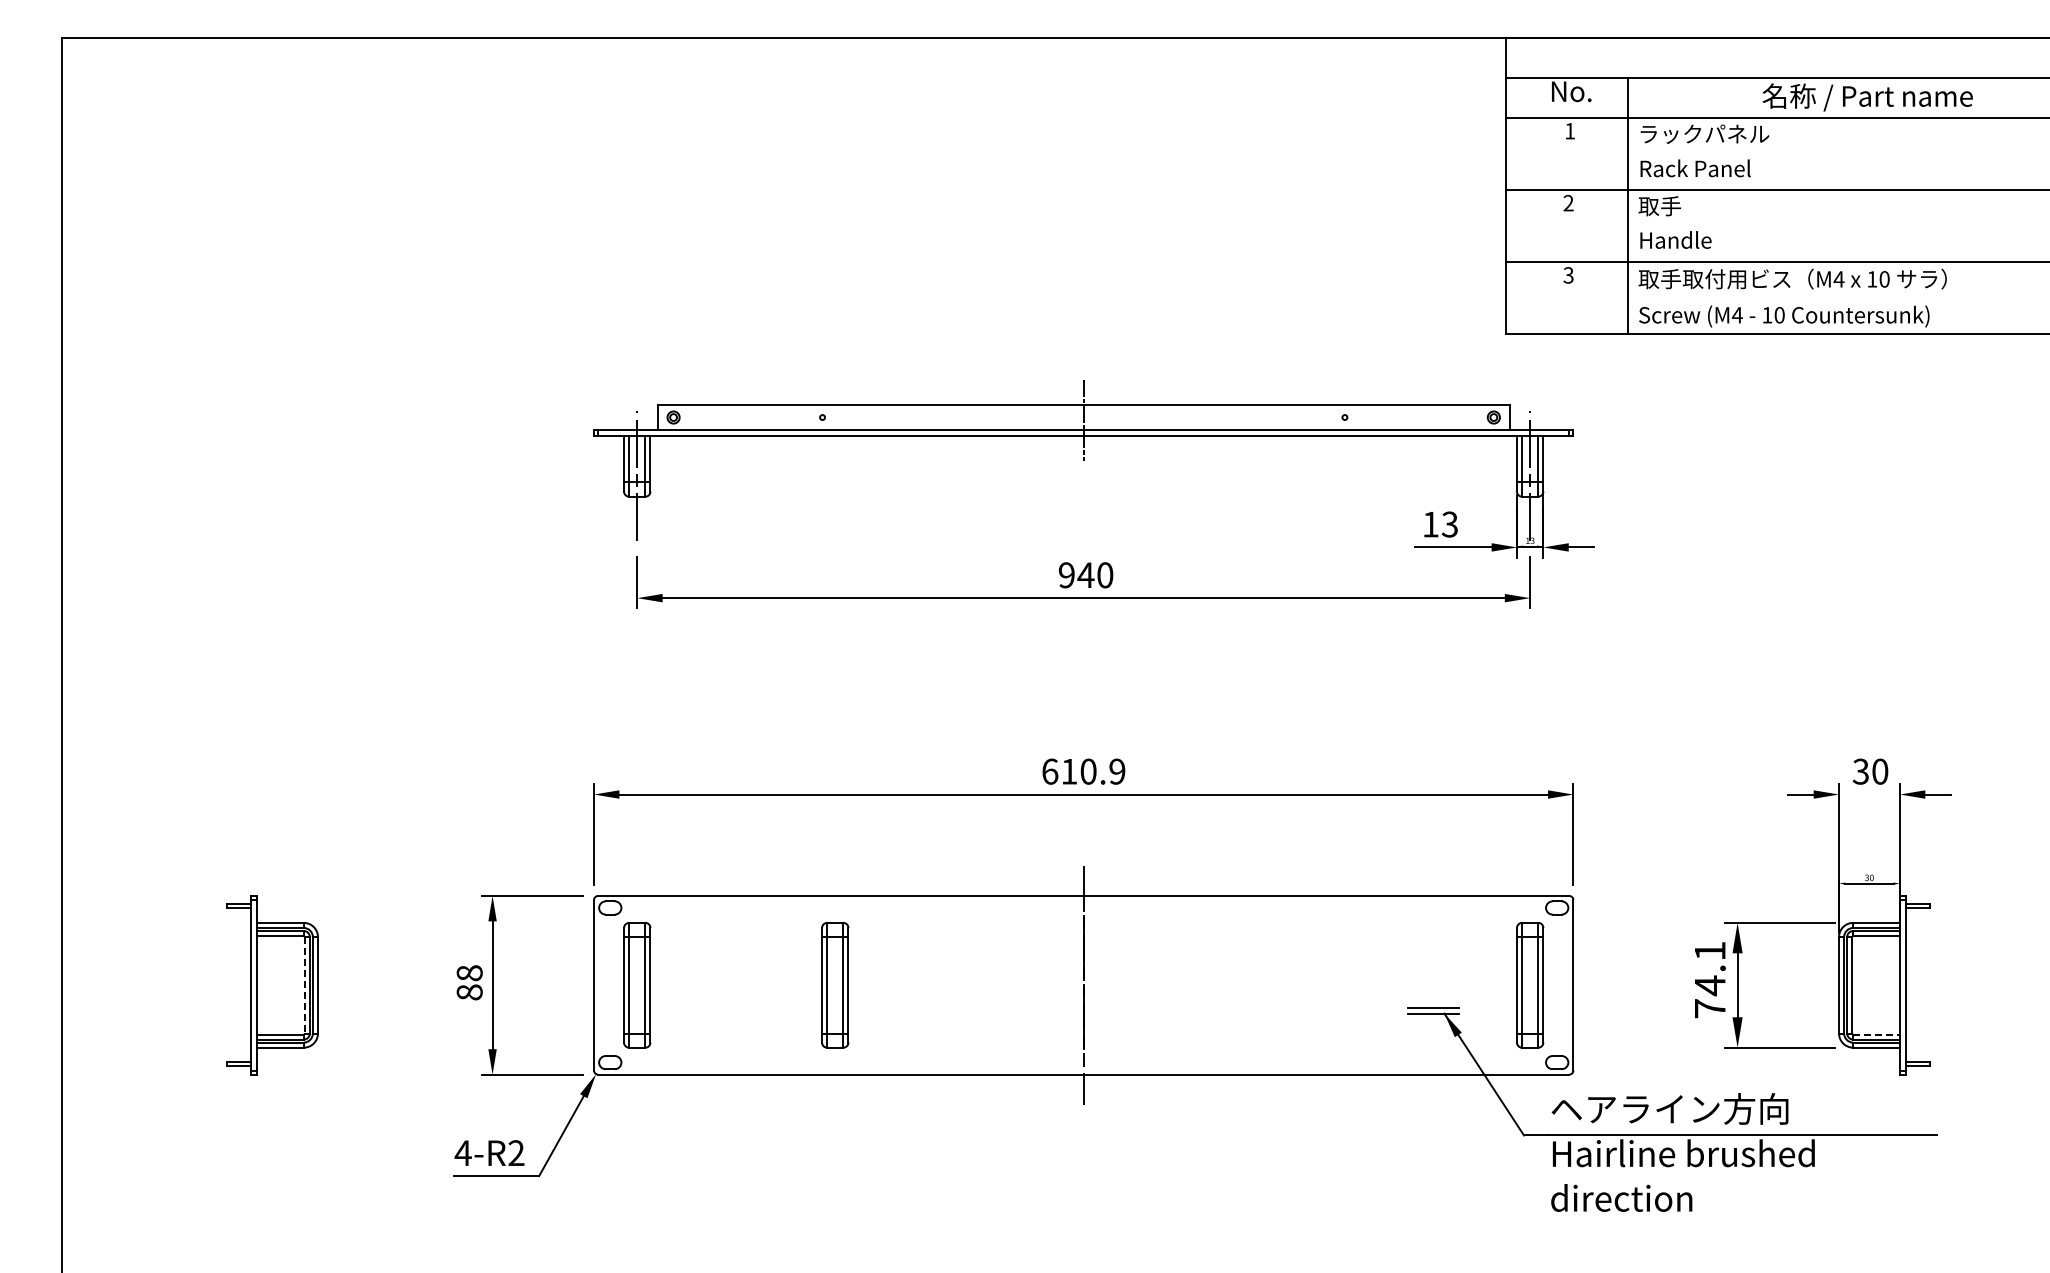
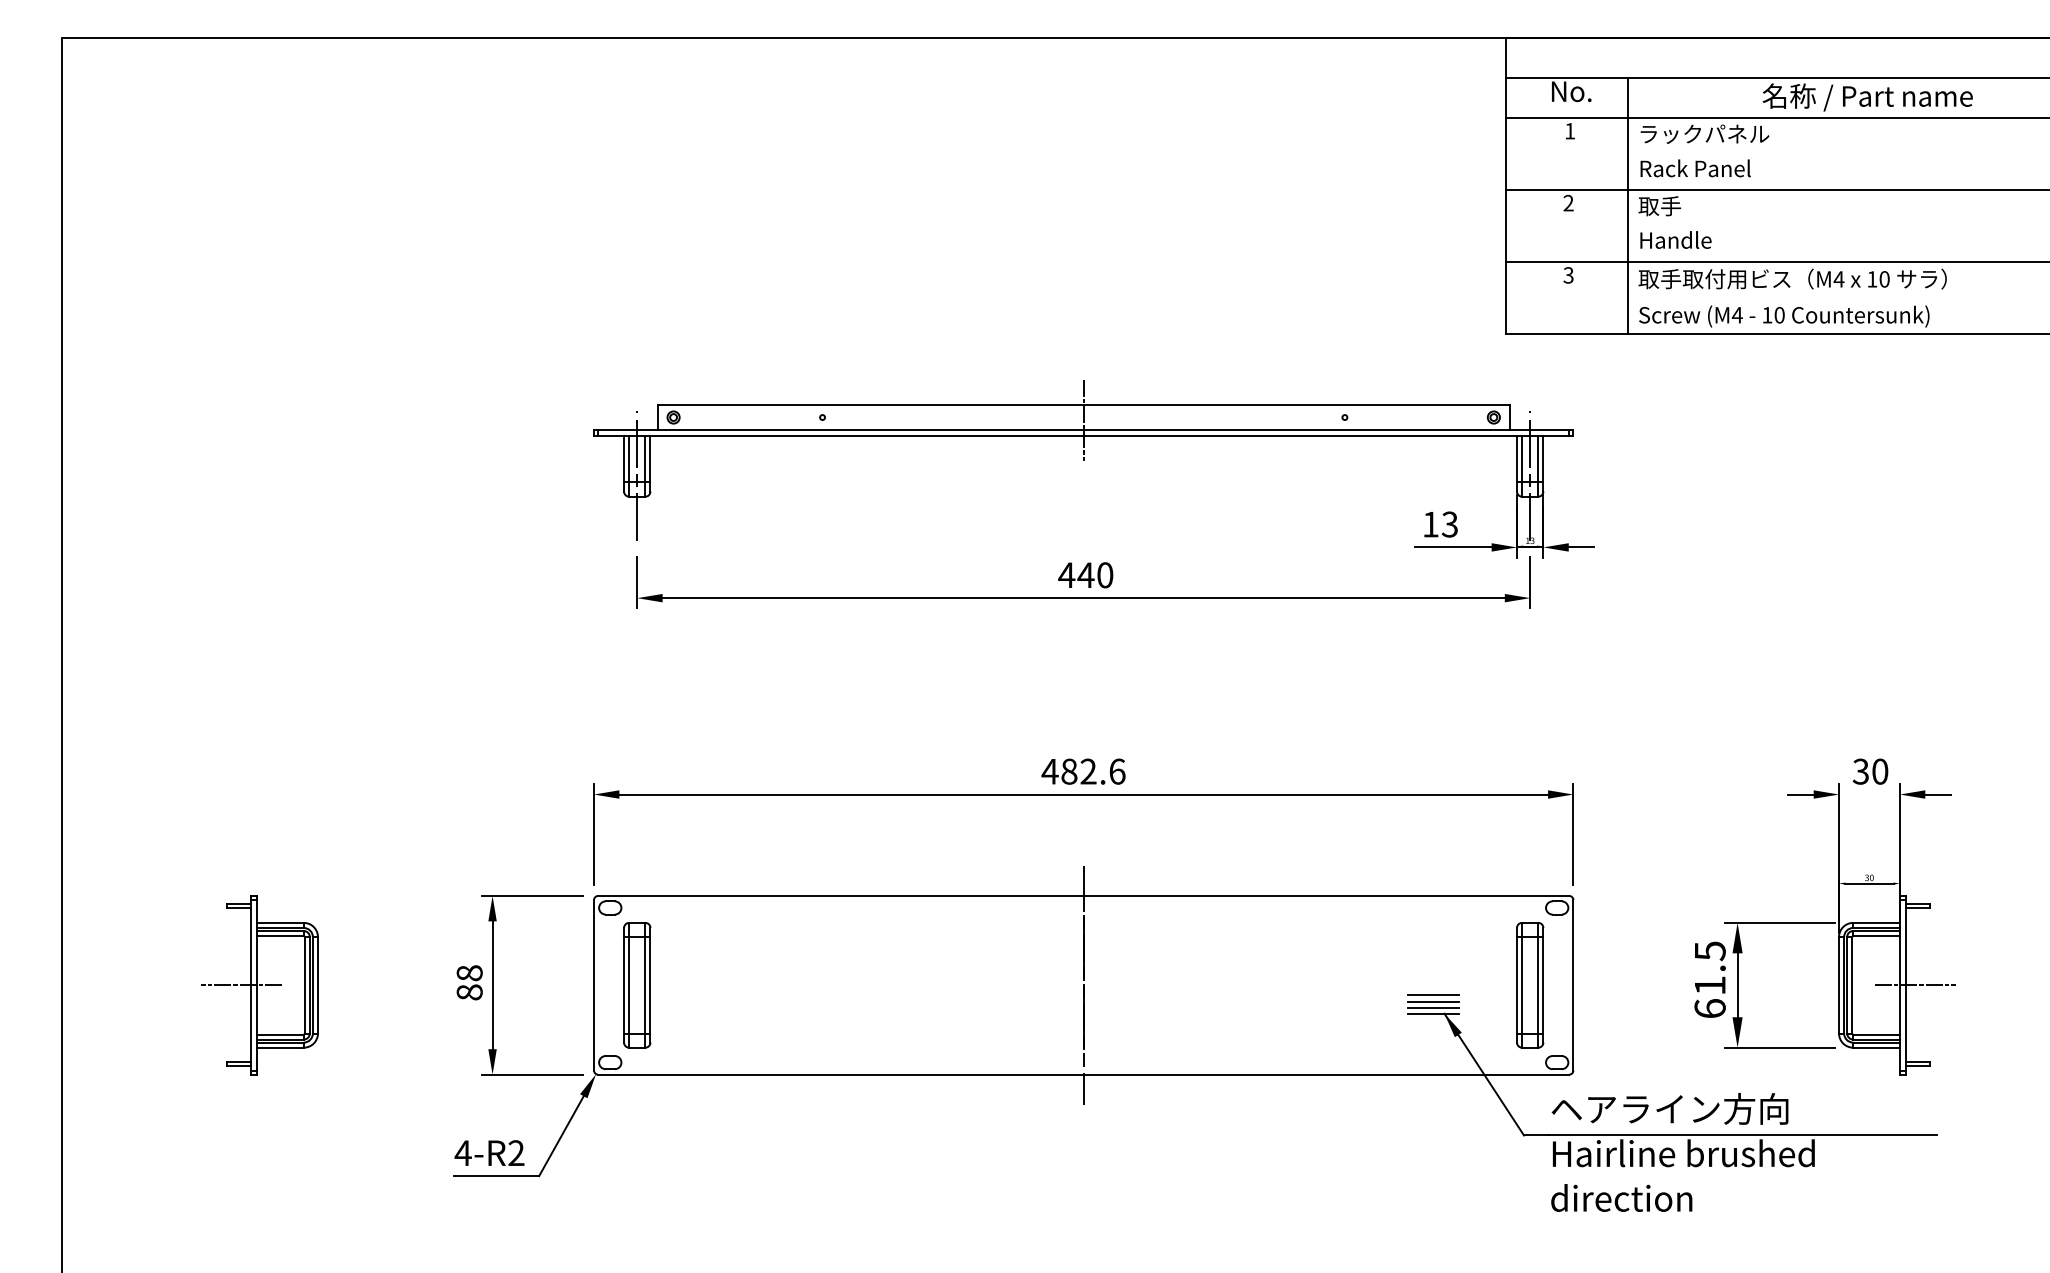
text at (1066, 575): 940 -> 440
text at (1083, 771): 610.9 -> 482.6
text at (1709, 979): 74.1 -> 61.5
line at (241, 985): none -> present
line at (304, 985): dashed -> solid
part at (835, 985): present -> none
line at (1914, 985): none -> present
line at (1433, 995): none -> present
line at (1433, 1001): none -> present
line at (1877, 1034): dashed -> solid
